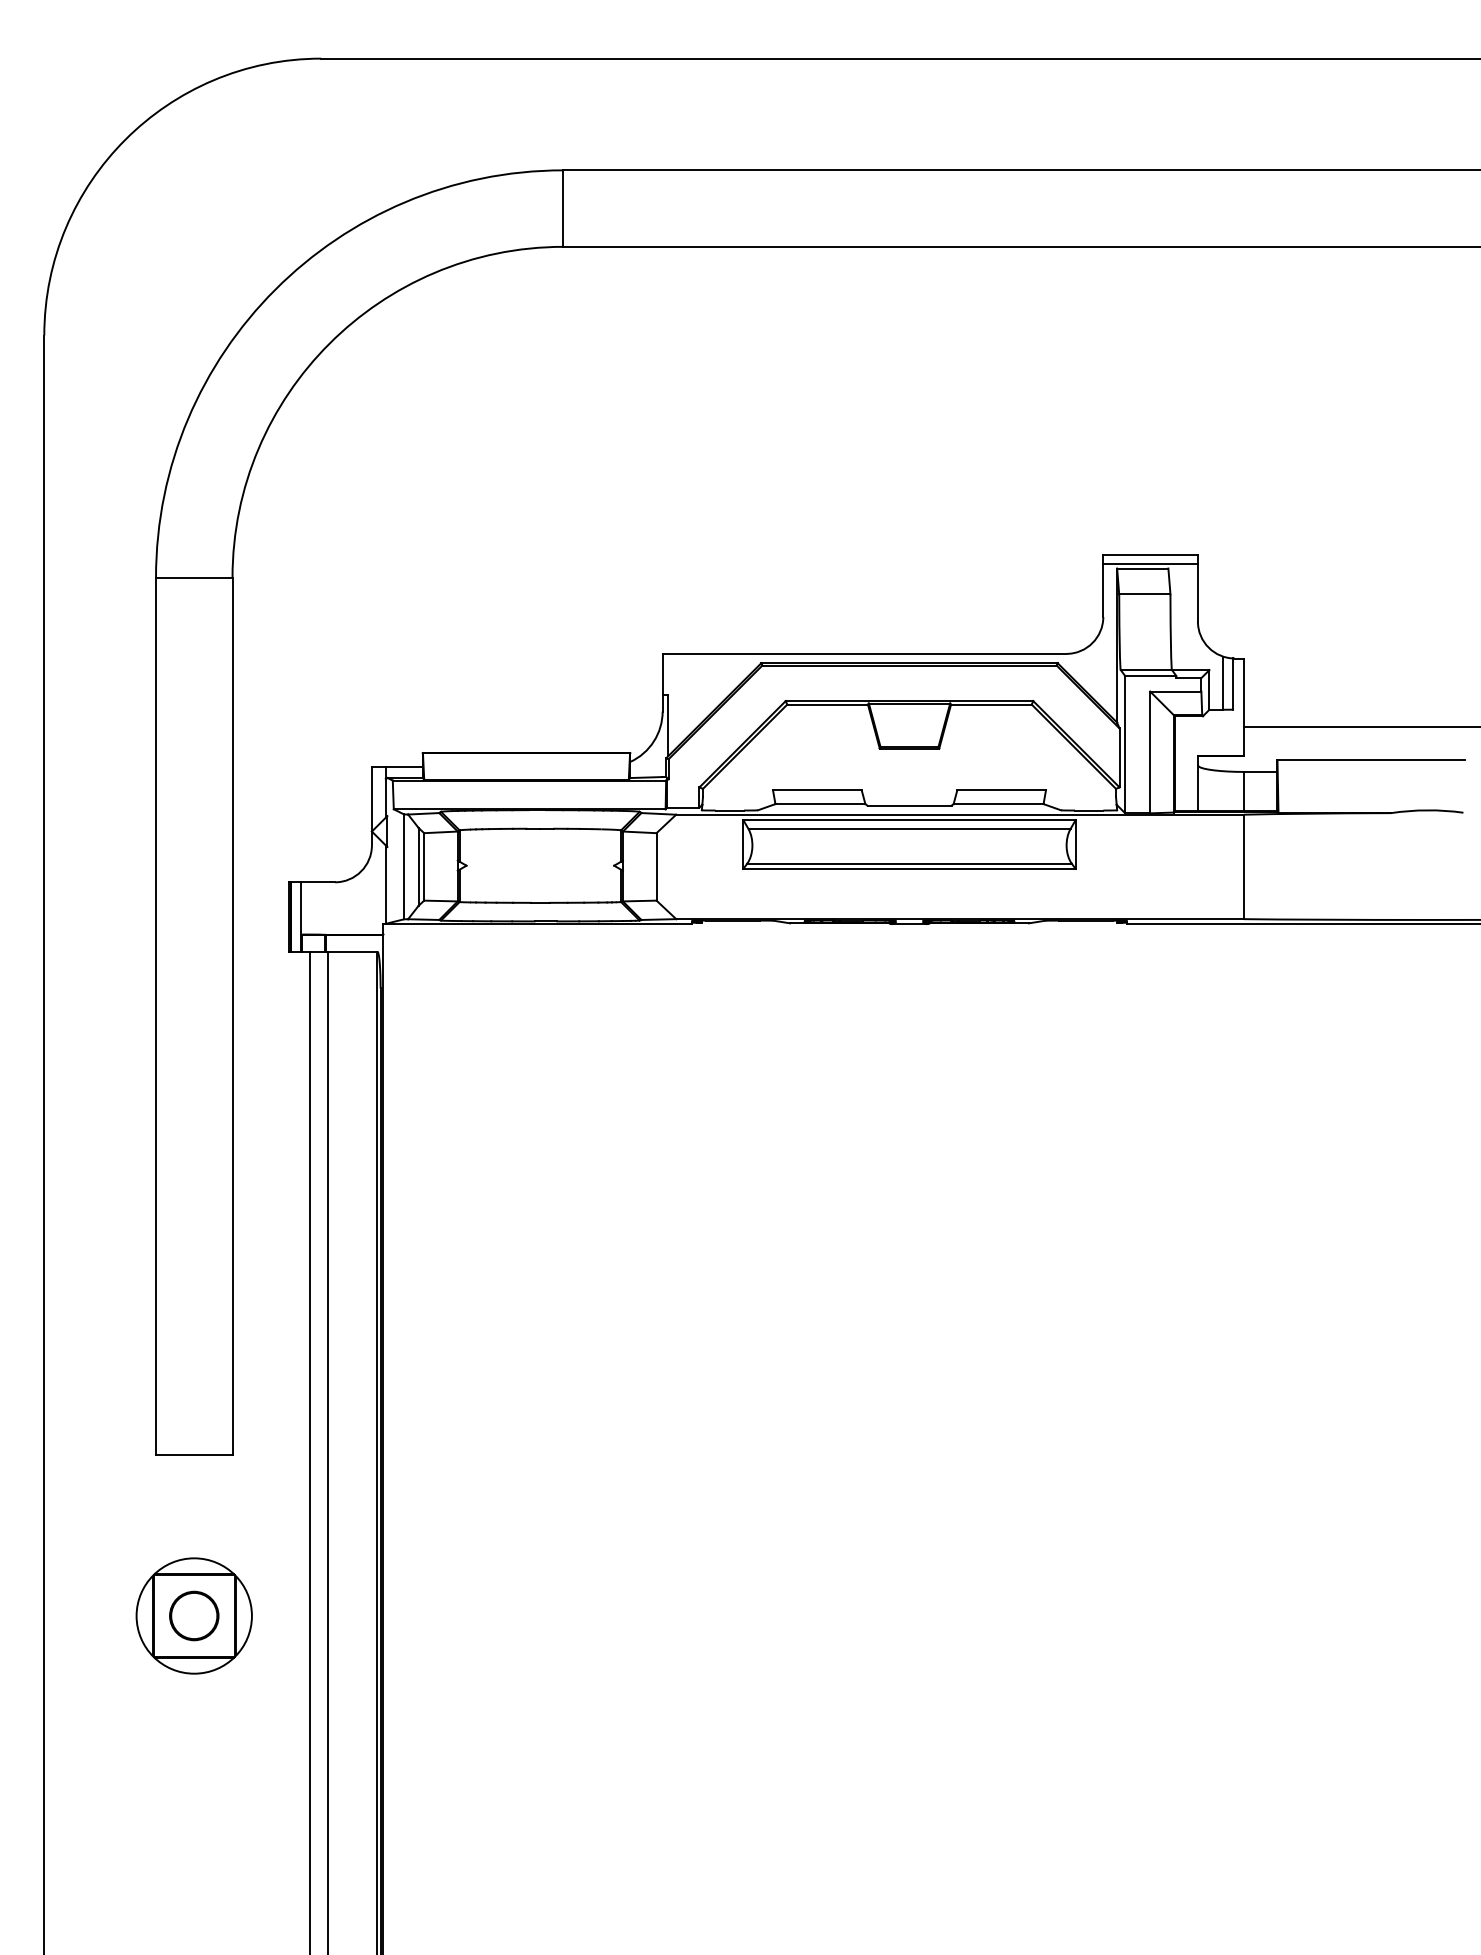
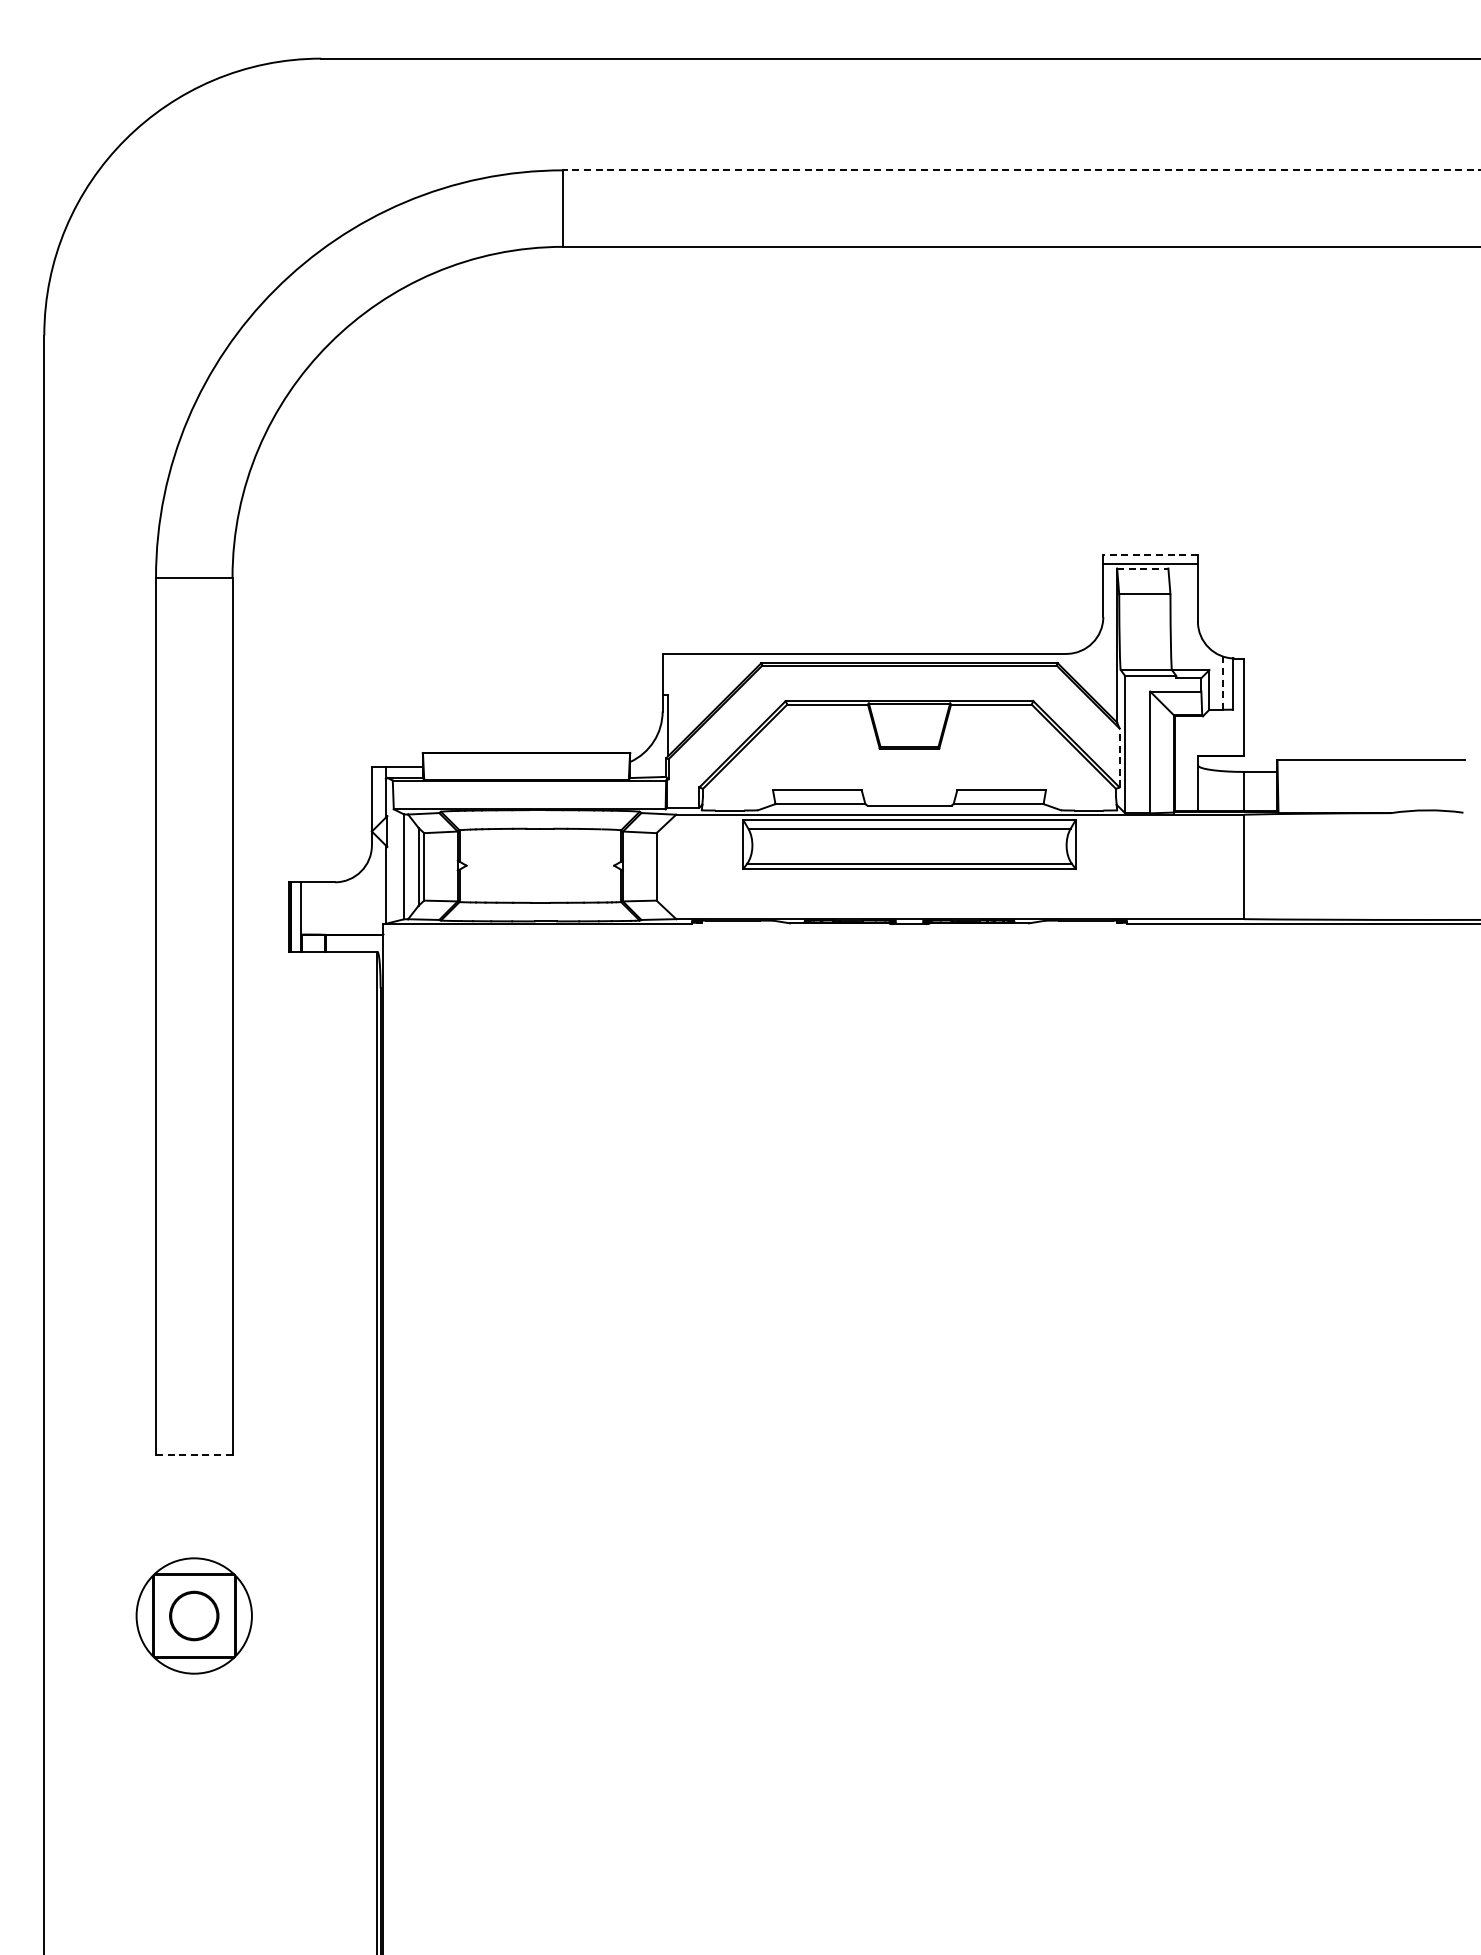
line at (1021, 170): solid -> dashed
line at (1150, 554): solid -> dashed
line at (1142, 568): solid -> dashed
line at (1223, 683): solid -> dashed
line at (1360, 727): present -> none
line at (1119, 757): solid -> dashed
line at (309, 1451): present -> none
line at (328, 1451): present -> none
line at (194, 1454): solid -> dashed
